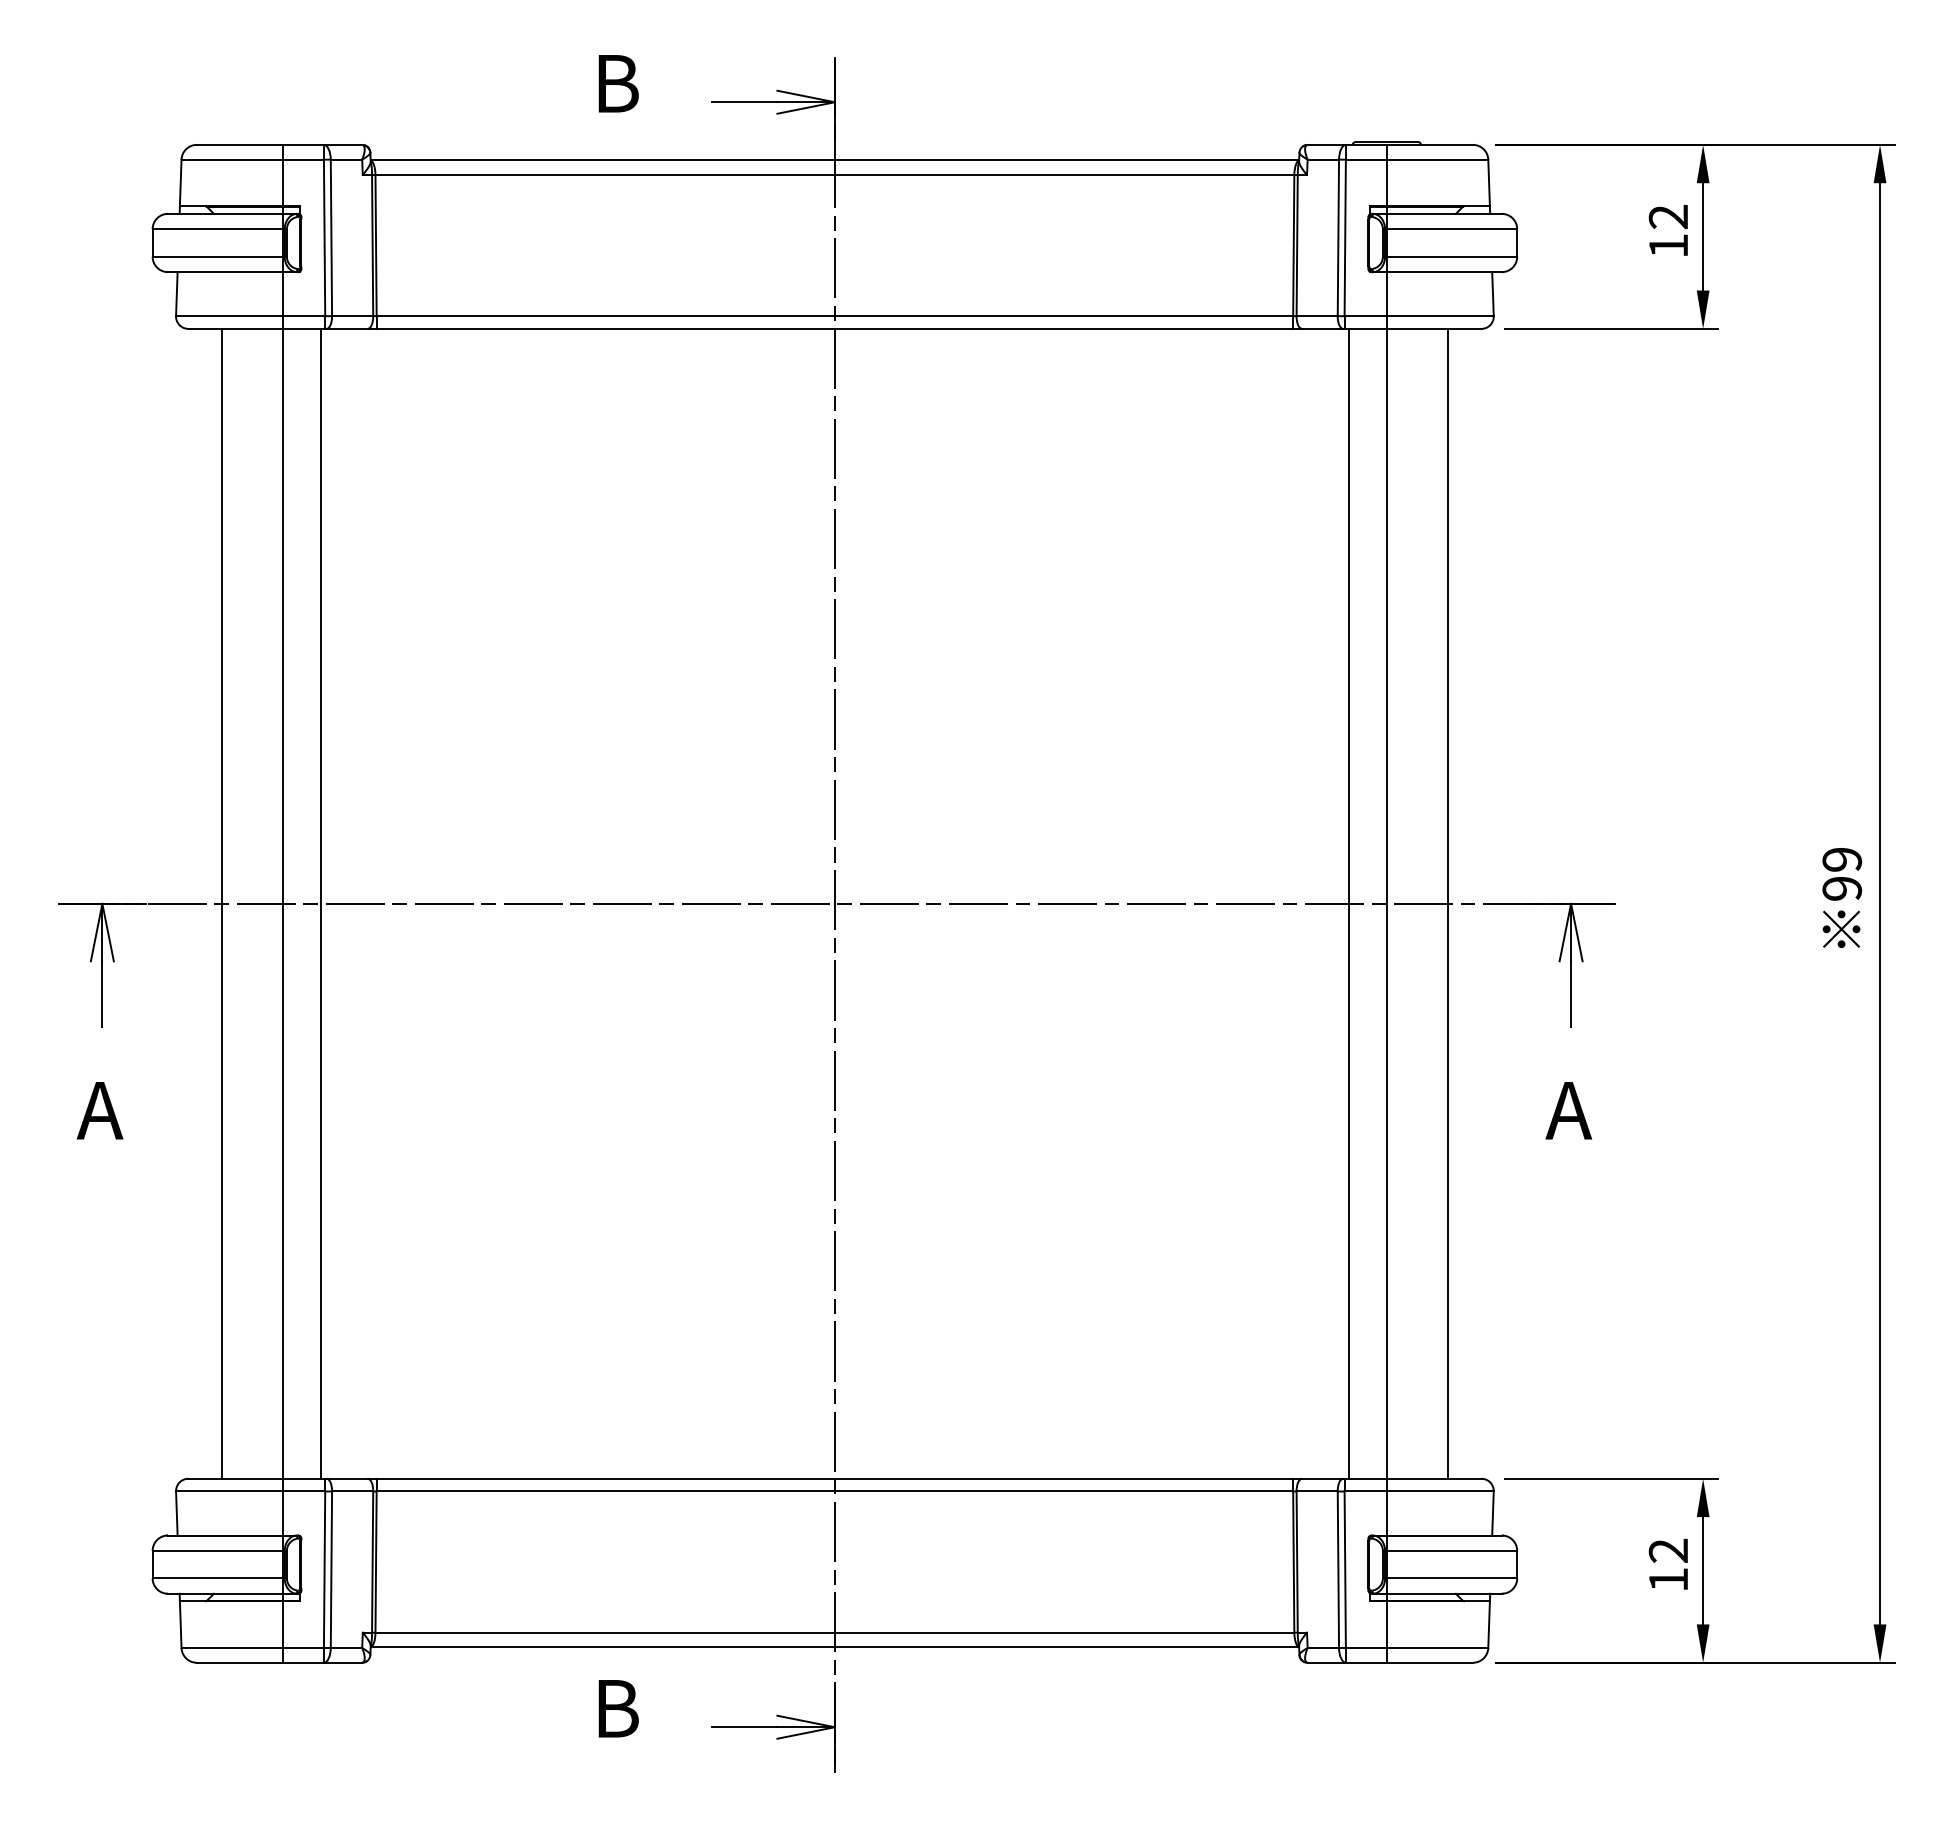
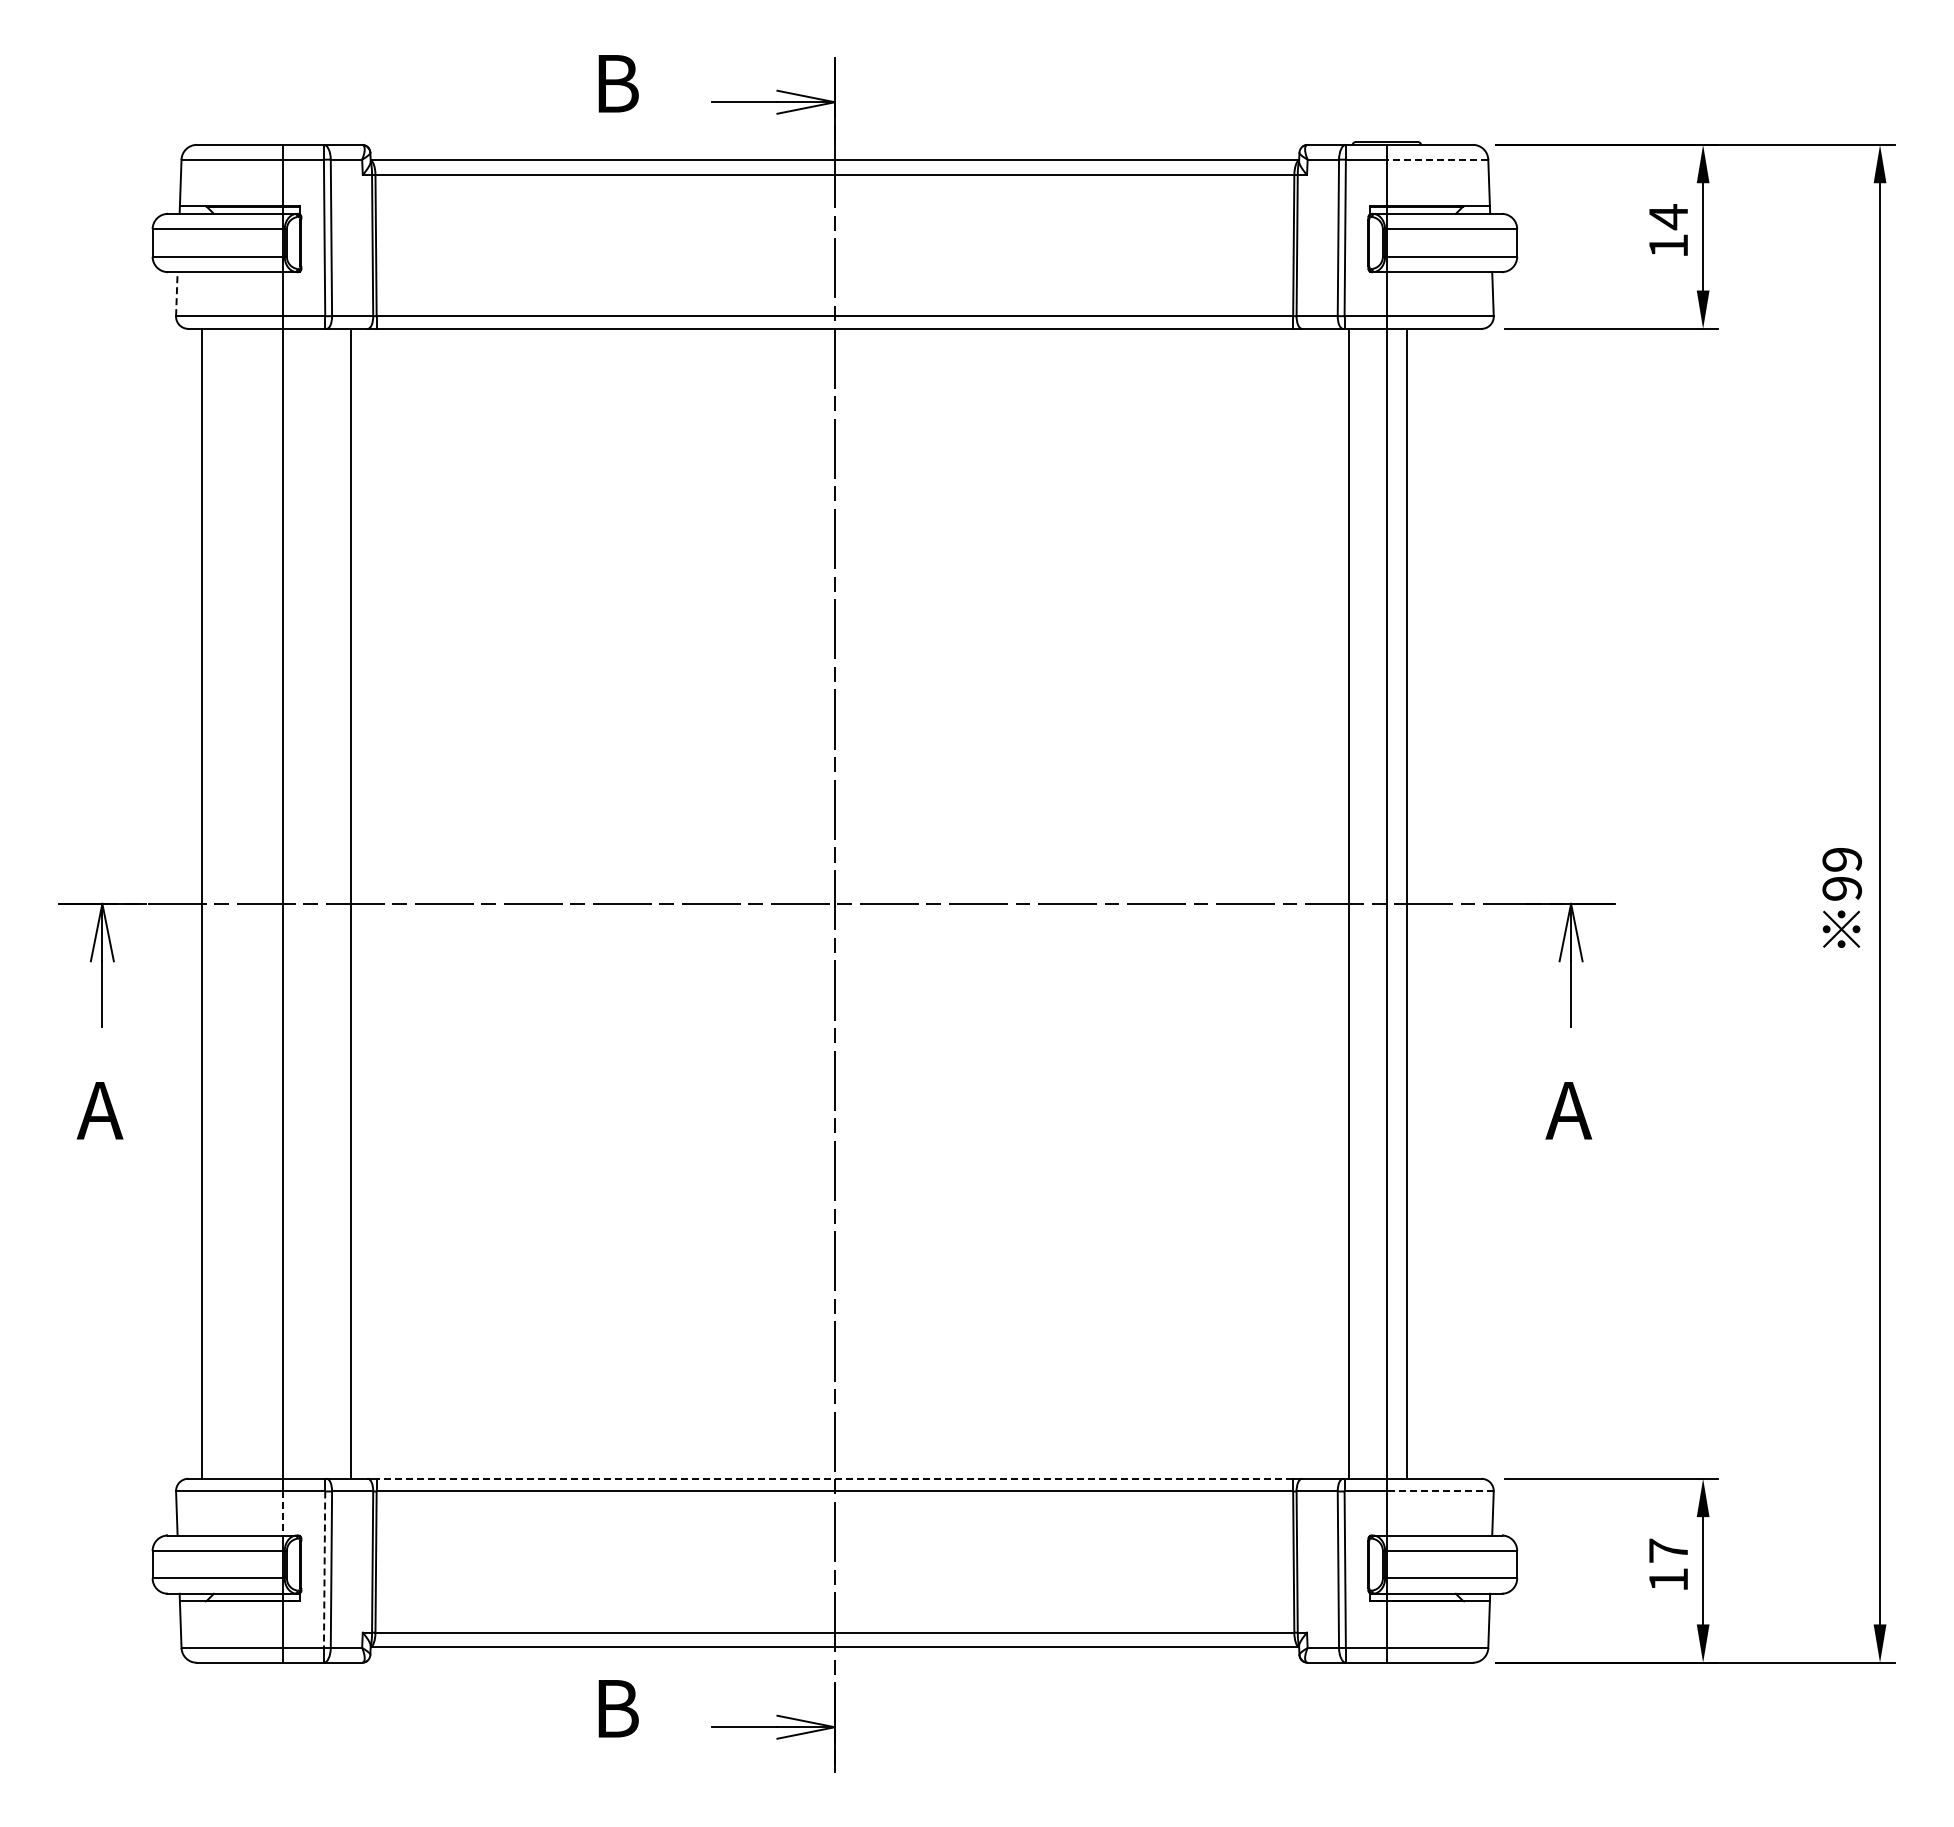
line at (1437, 159): solid -> dashed
text at (1667, 217): 12 -> 14
line at (176, 293): solid -> dashed
line at (221, 903) position: (221, 903) -> (201, 903)
line at (321, 903) position: (321, 903) -> (351, 903)
line at (1448, 903) position: (1448, 903) -> (1407, 903)
line at (834, 1478): solid -> dashed
line at (1439, 1491): solid -> dashed
line at (282, 1513): solid -> dashed
text at (1667, 1550): 12 -> 17
line at (324, 1570): solid -> dashed
